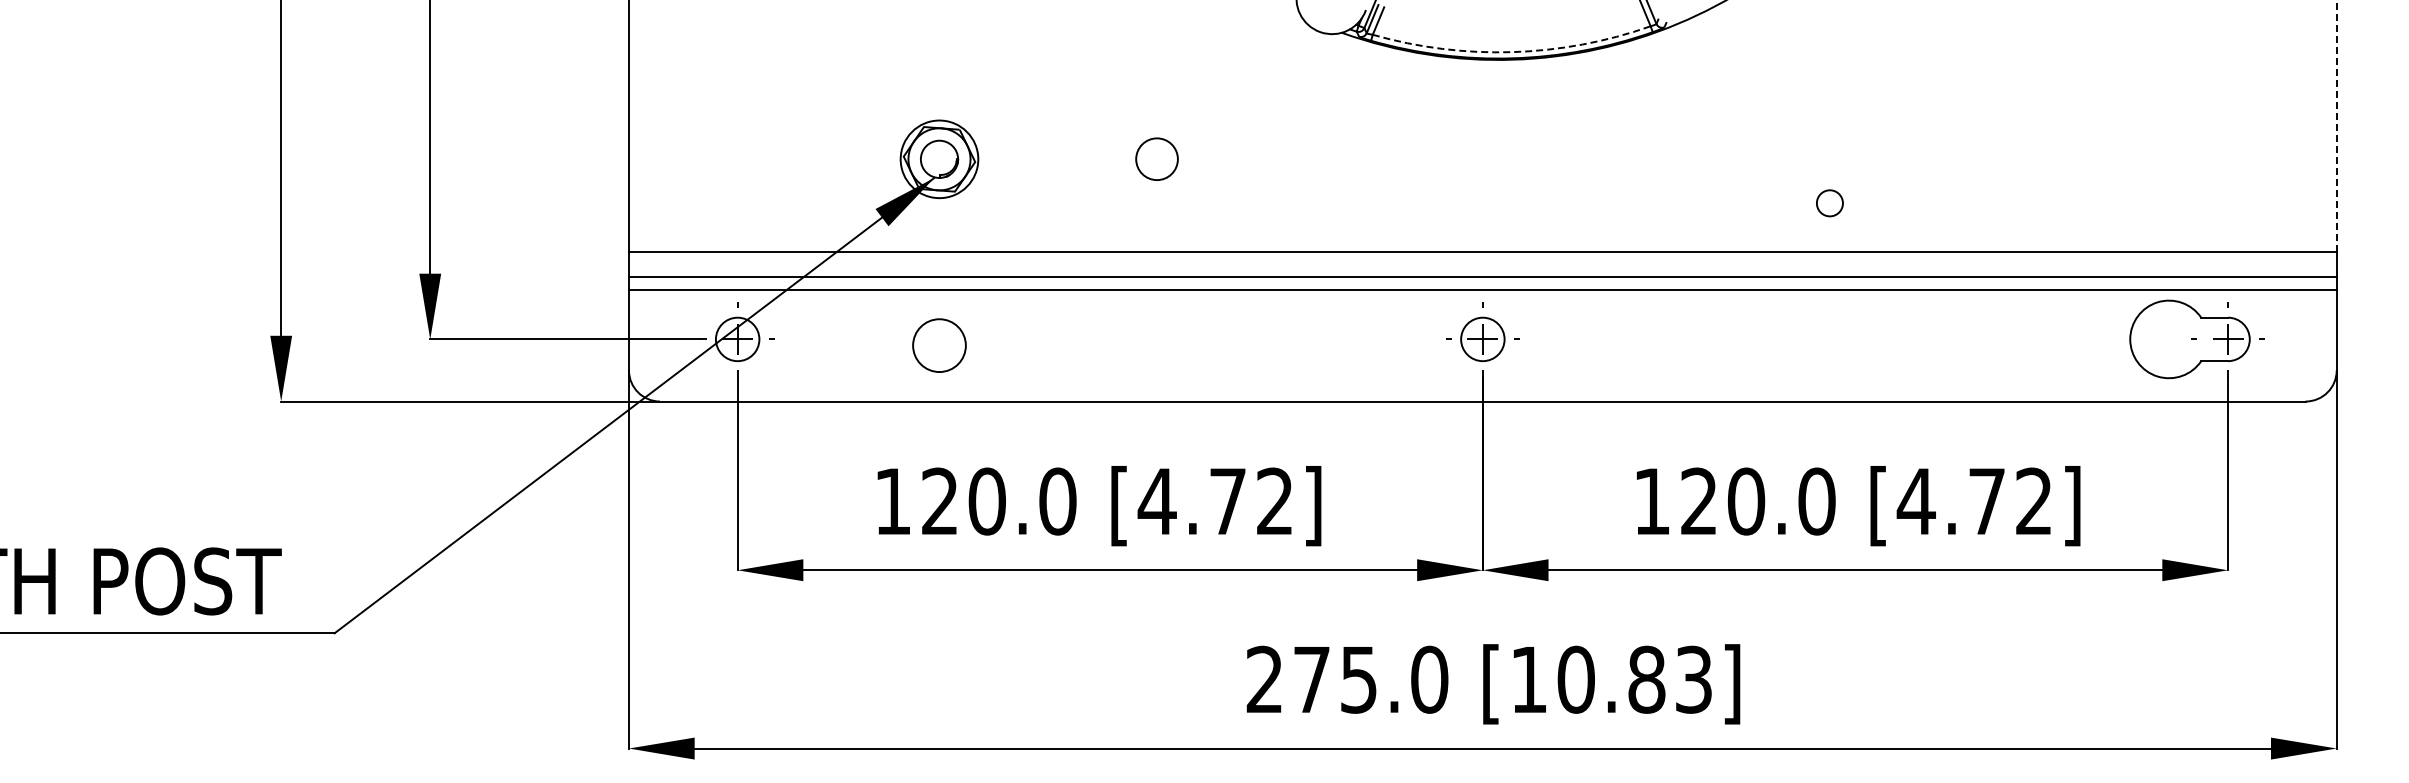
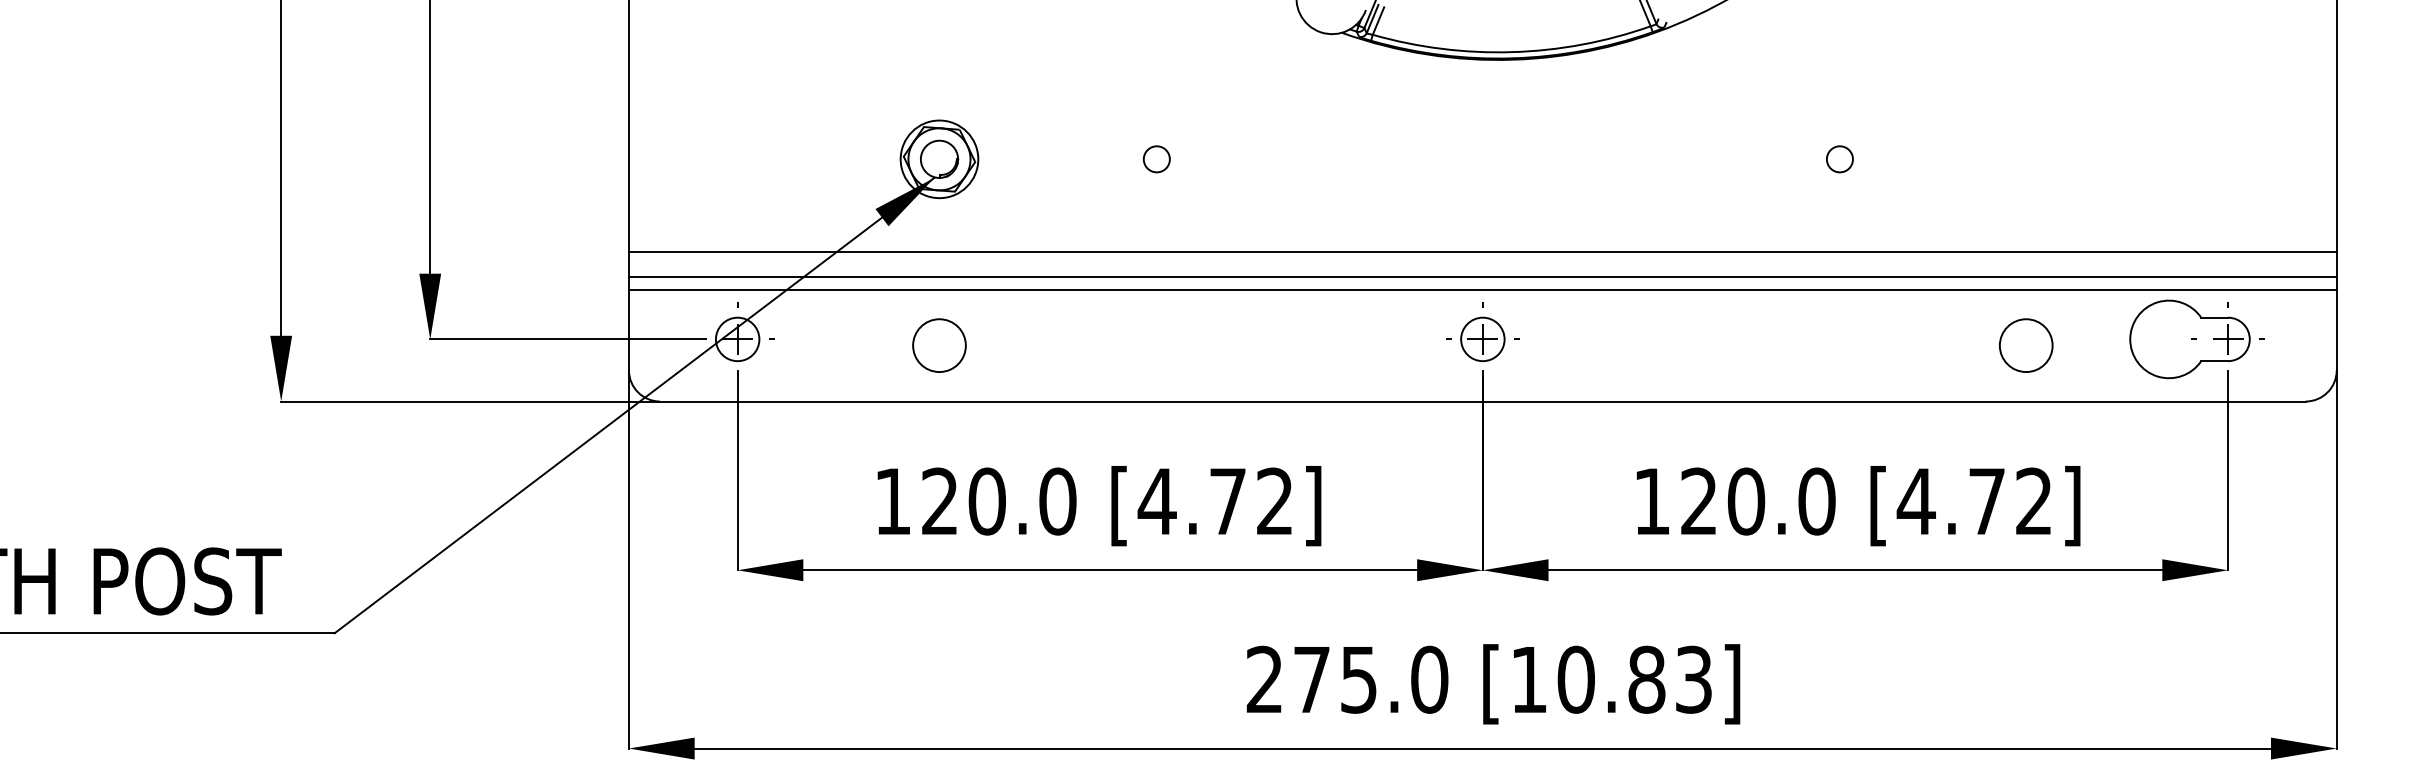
arc at (1512, 52): dashed -> solid
line at (2336, 126): dashed -> solid
circle at (1156, 158) size: 44x44 px -> 29x29 px
circle at (1829, 203) position: (1829, 203) -> (1839, 159)
circle at (2026, 345): none -> present
